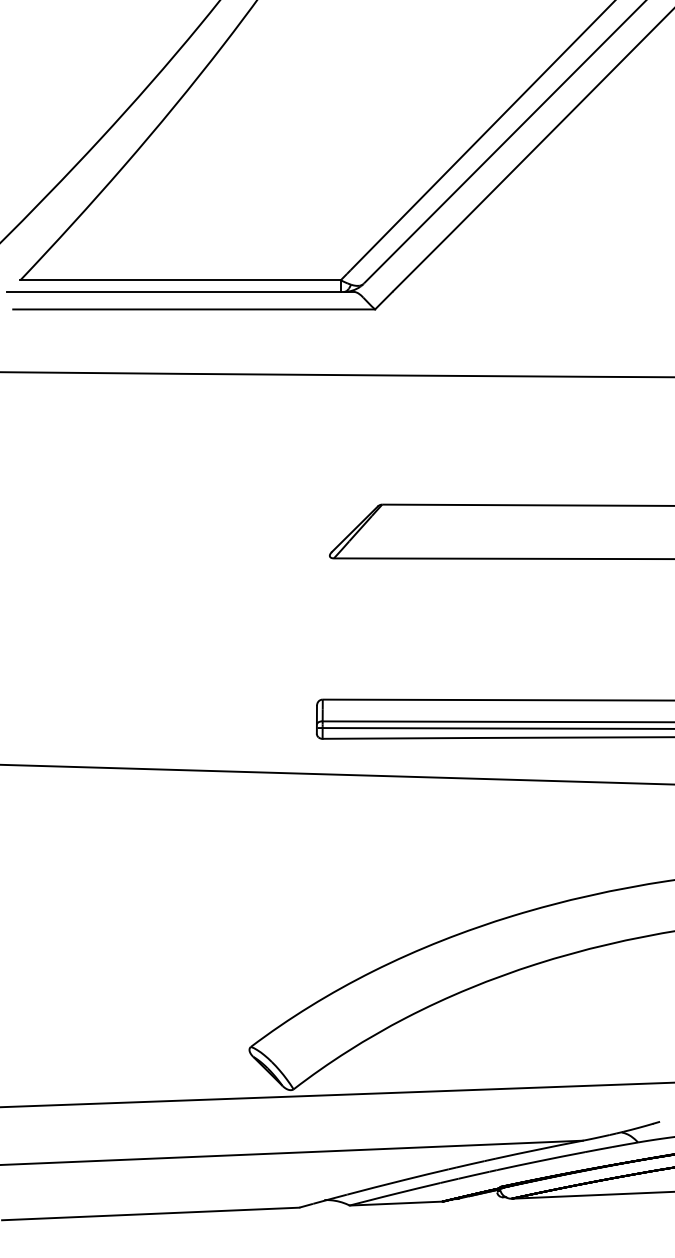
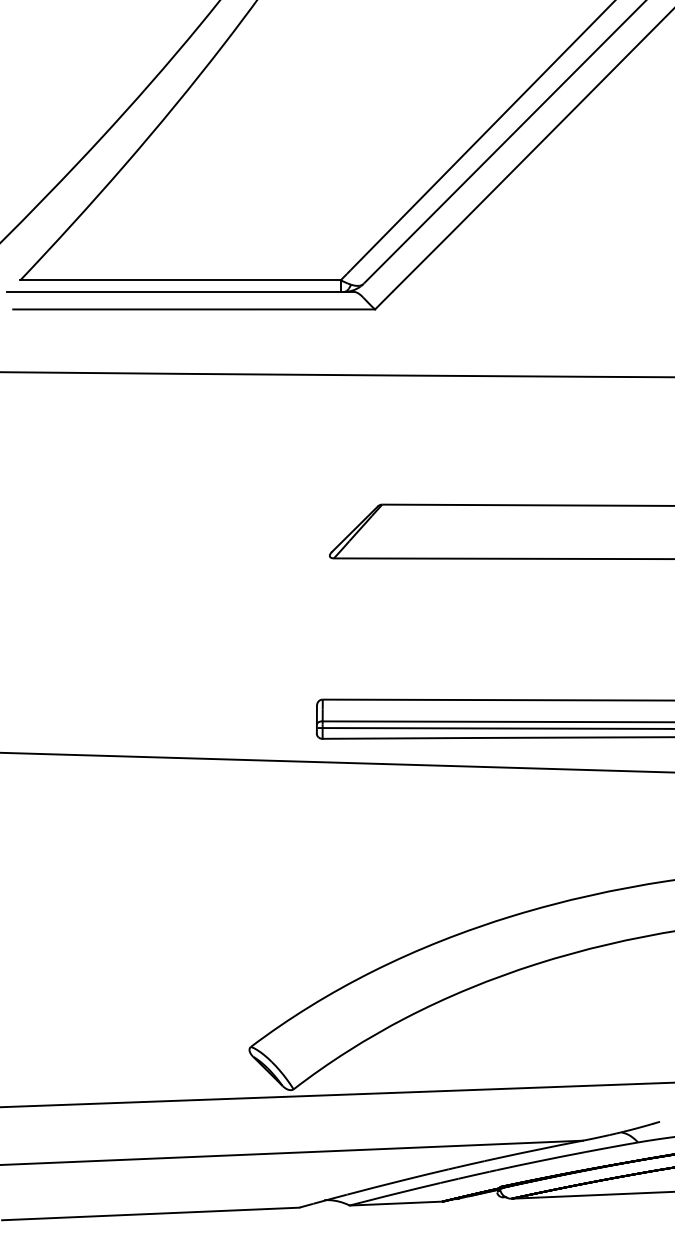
line at (336, 774) position: (336, 774) -> (336, 762)
